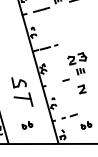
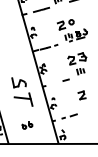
part at (71, 30): none -> present
part at (81, 89) position: (81, 89) -> (81, 95)
part at (86, 125): present -> none
